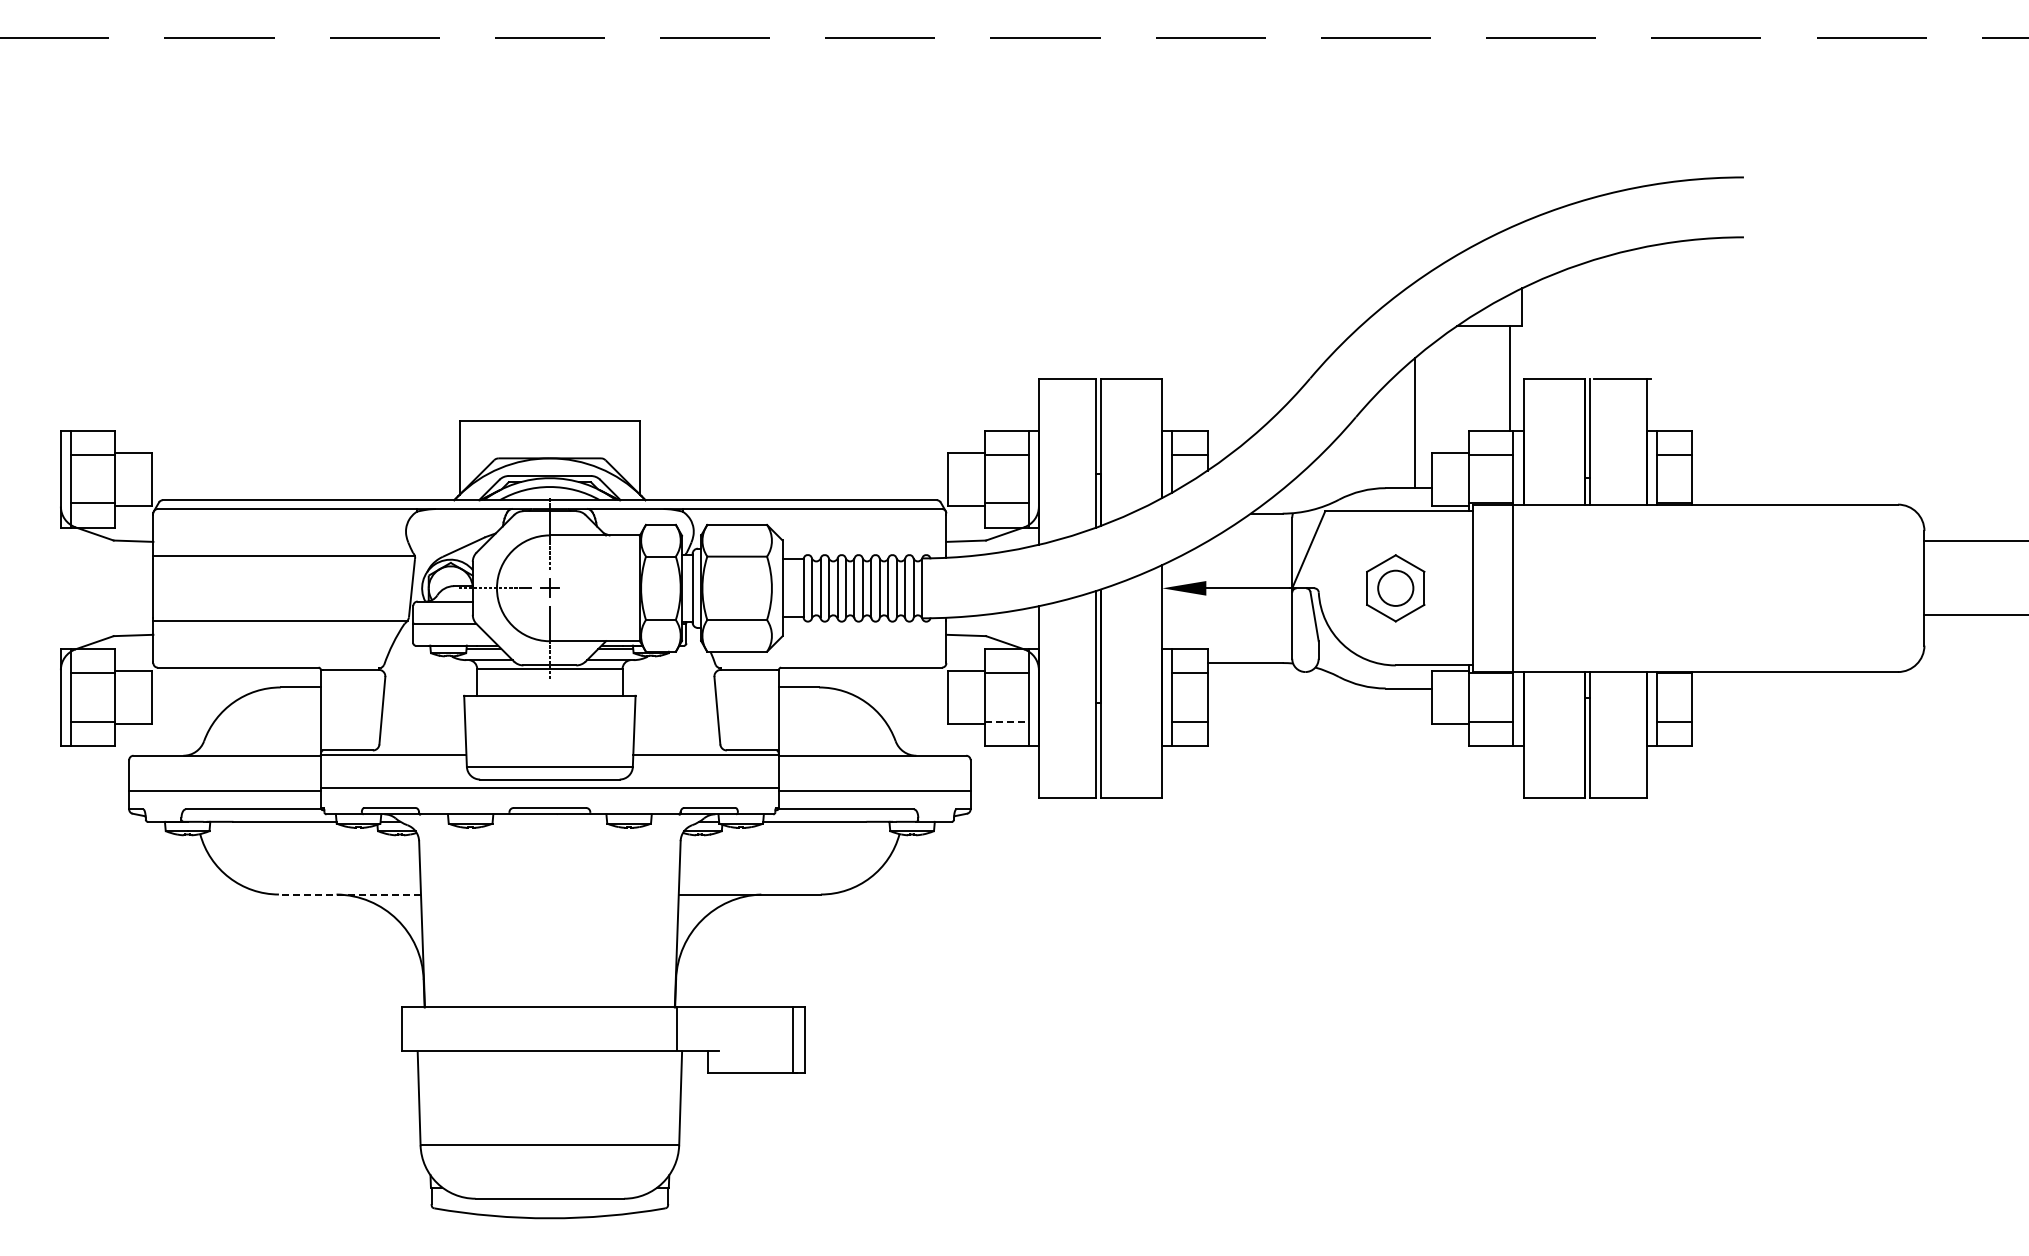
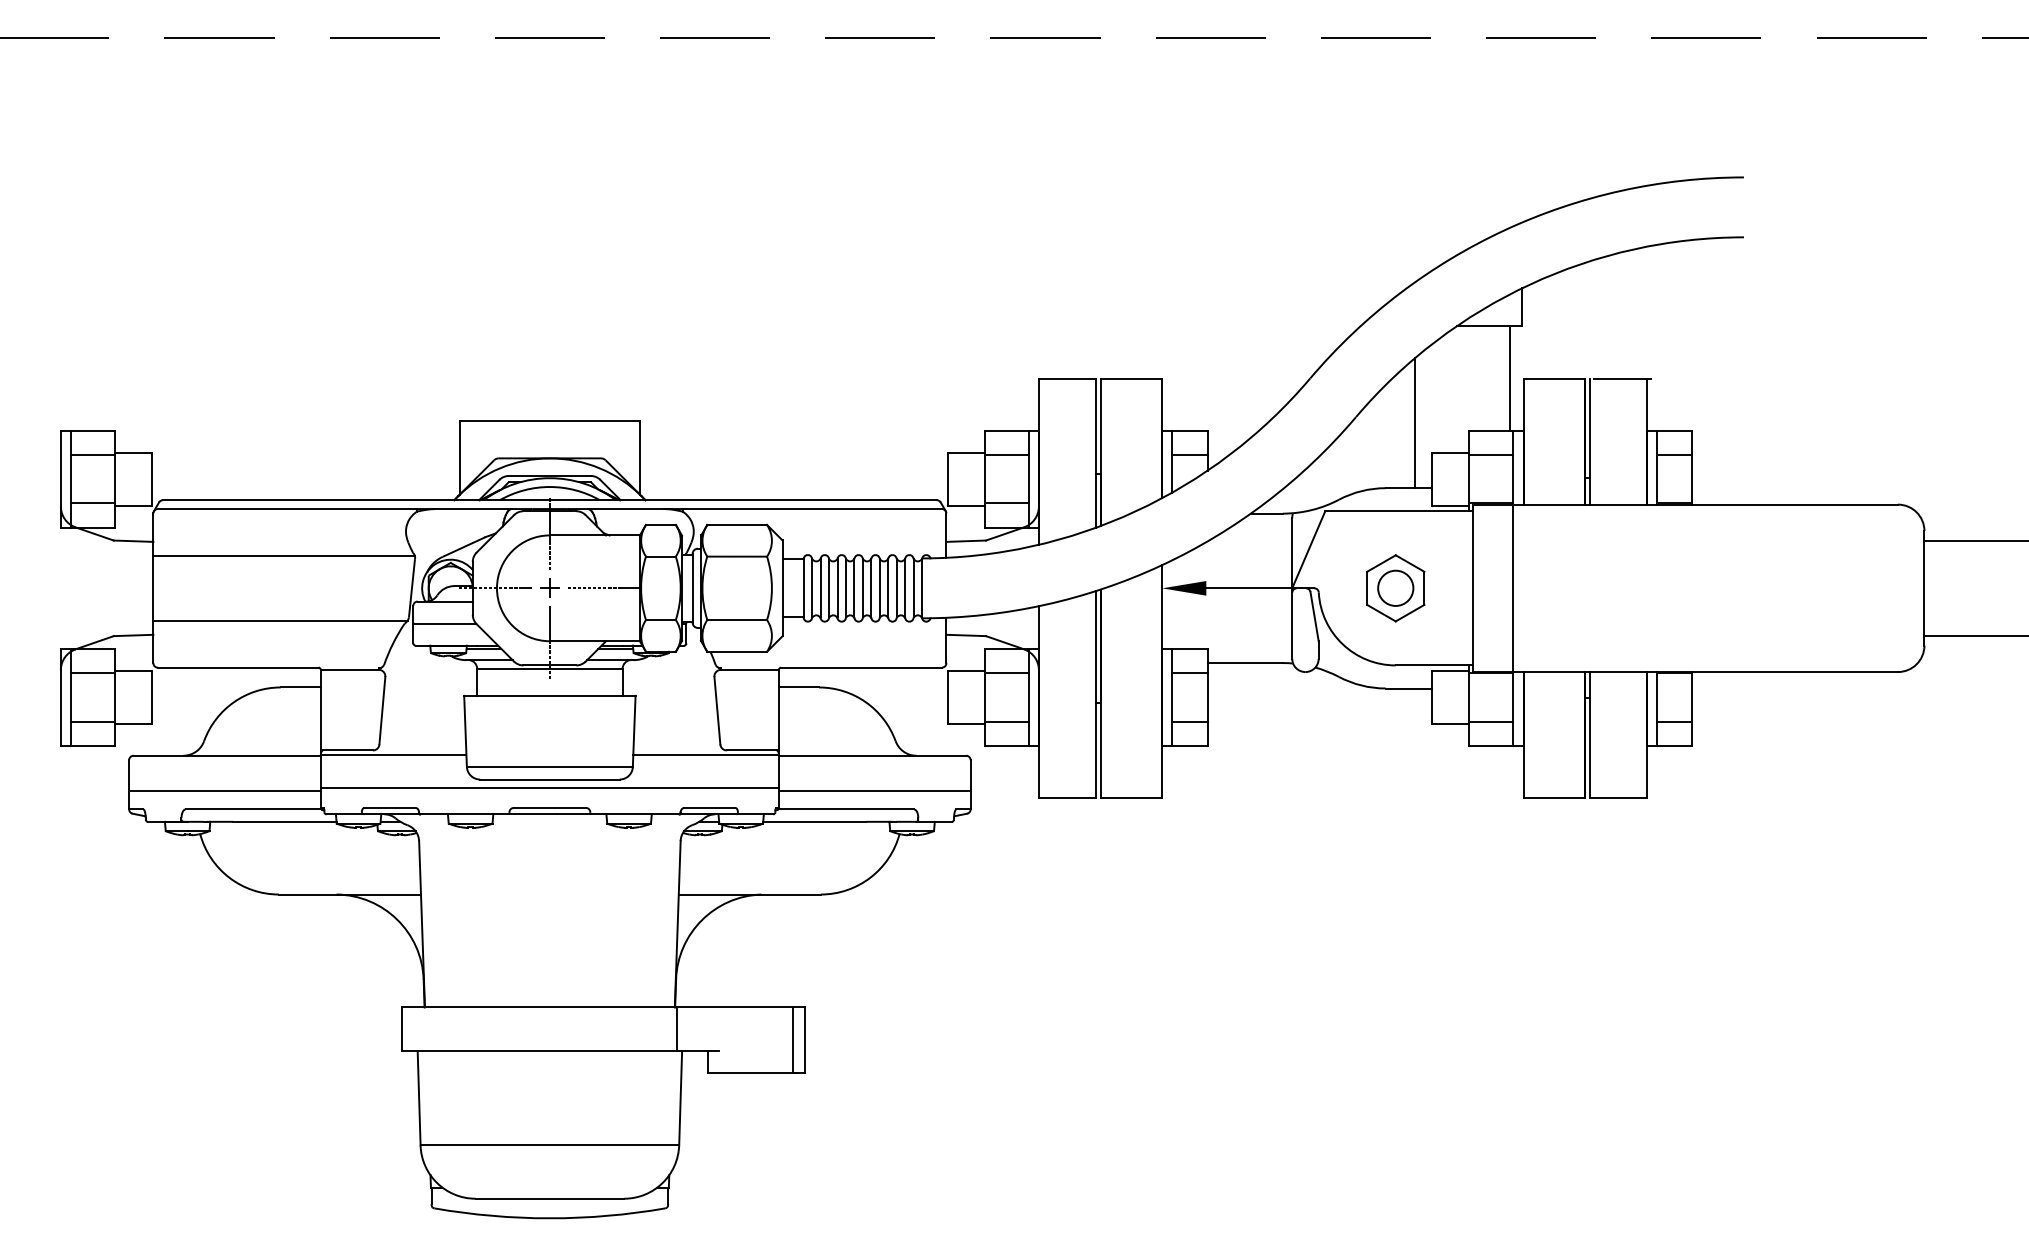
line at (603, 588): none -> present
line at (1974, 615) position: (1974, 615) -> (1974, 636)
line at (1007, 721): dashed -> solid
line at (349, 894): dashed -> solid
